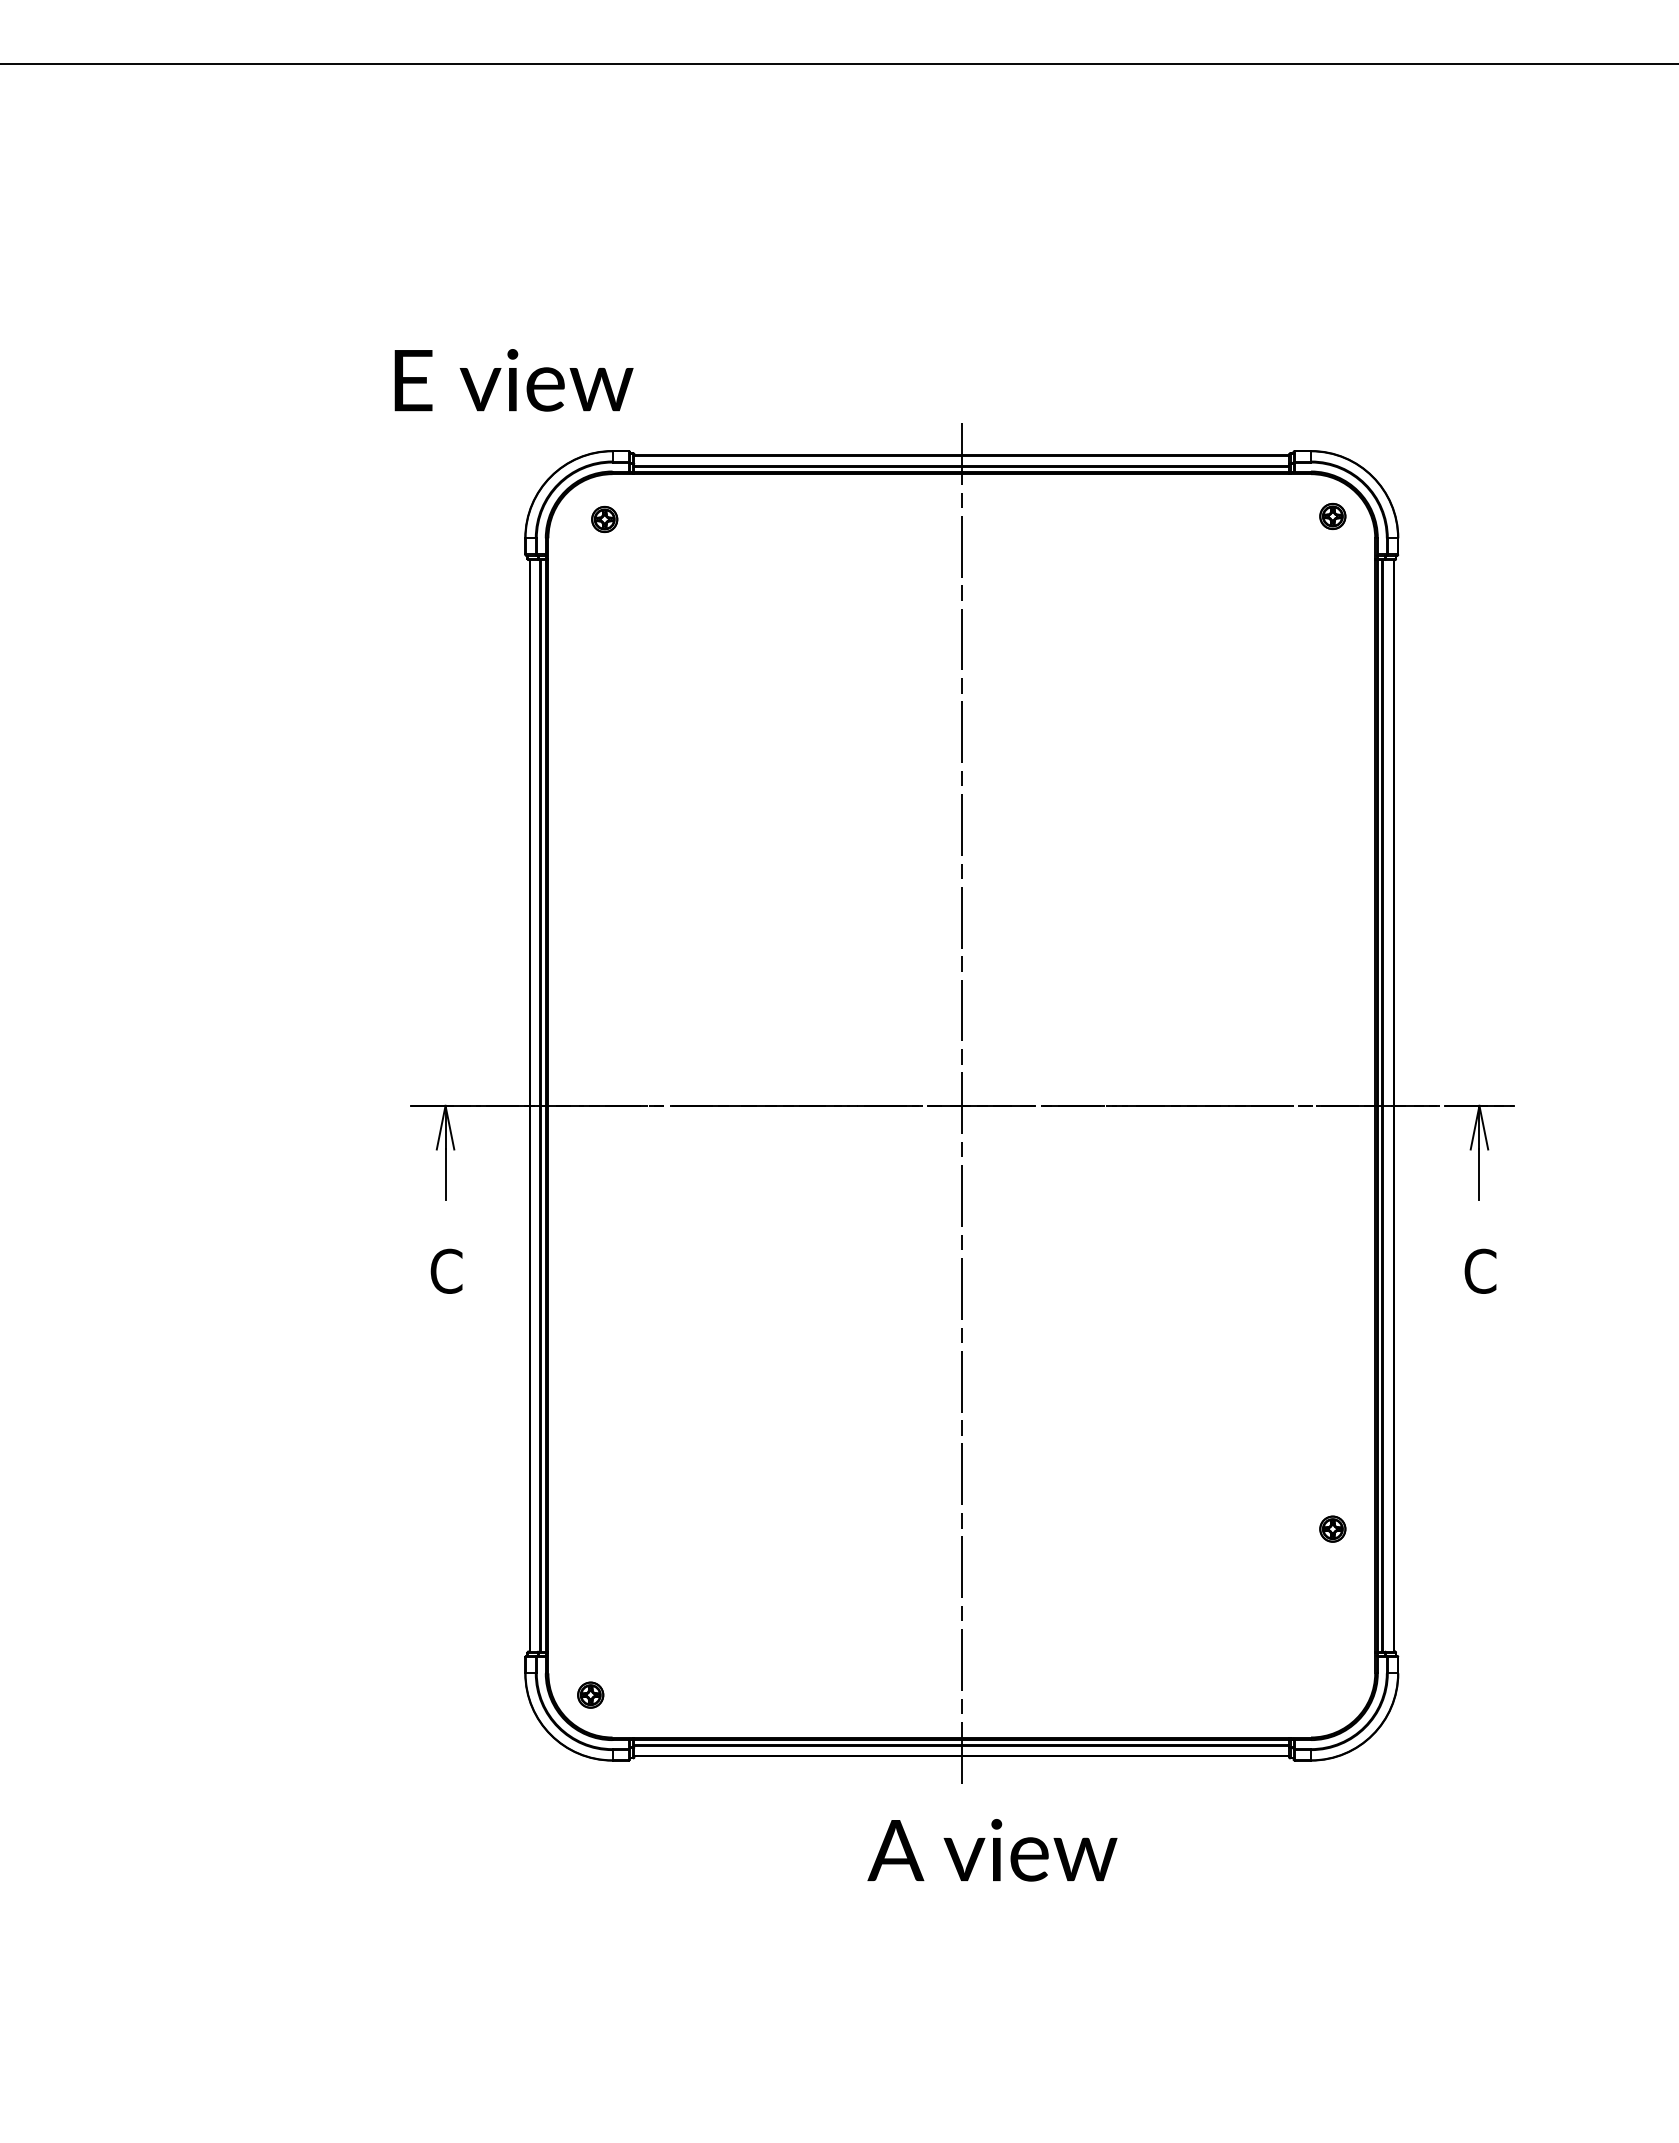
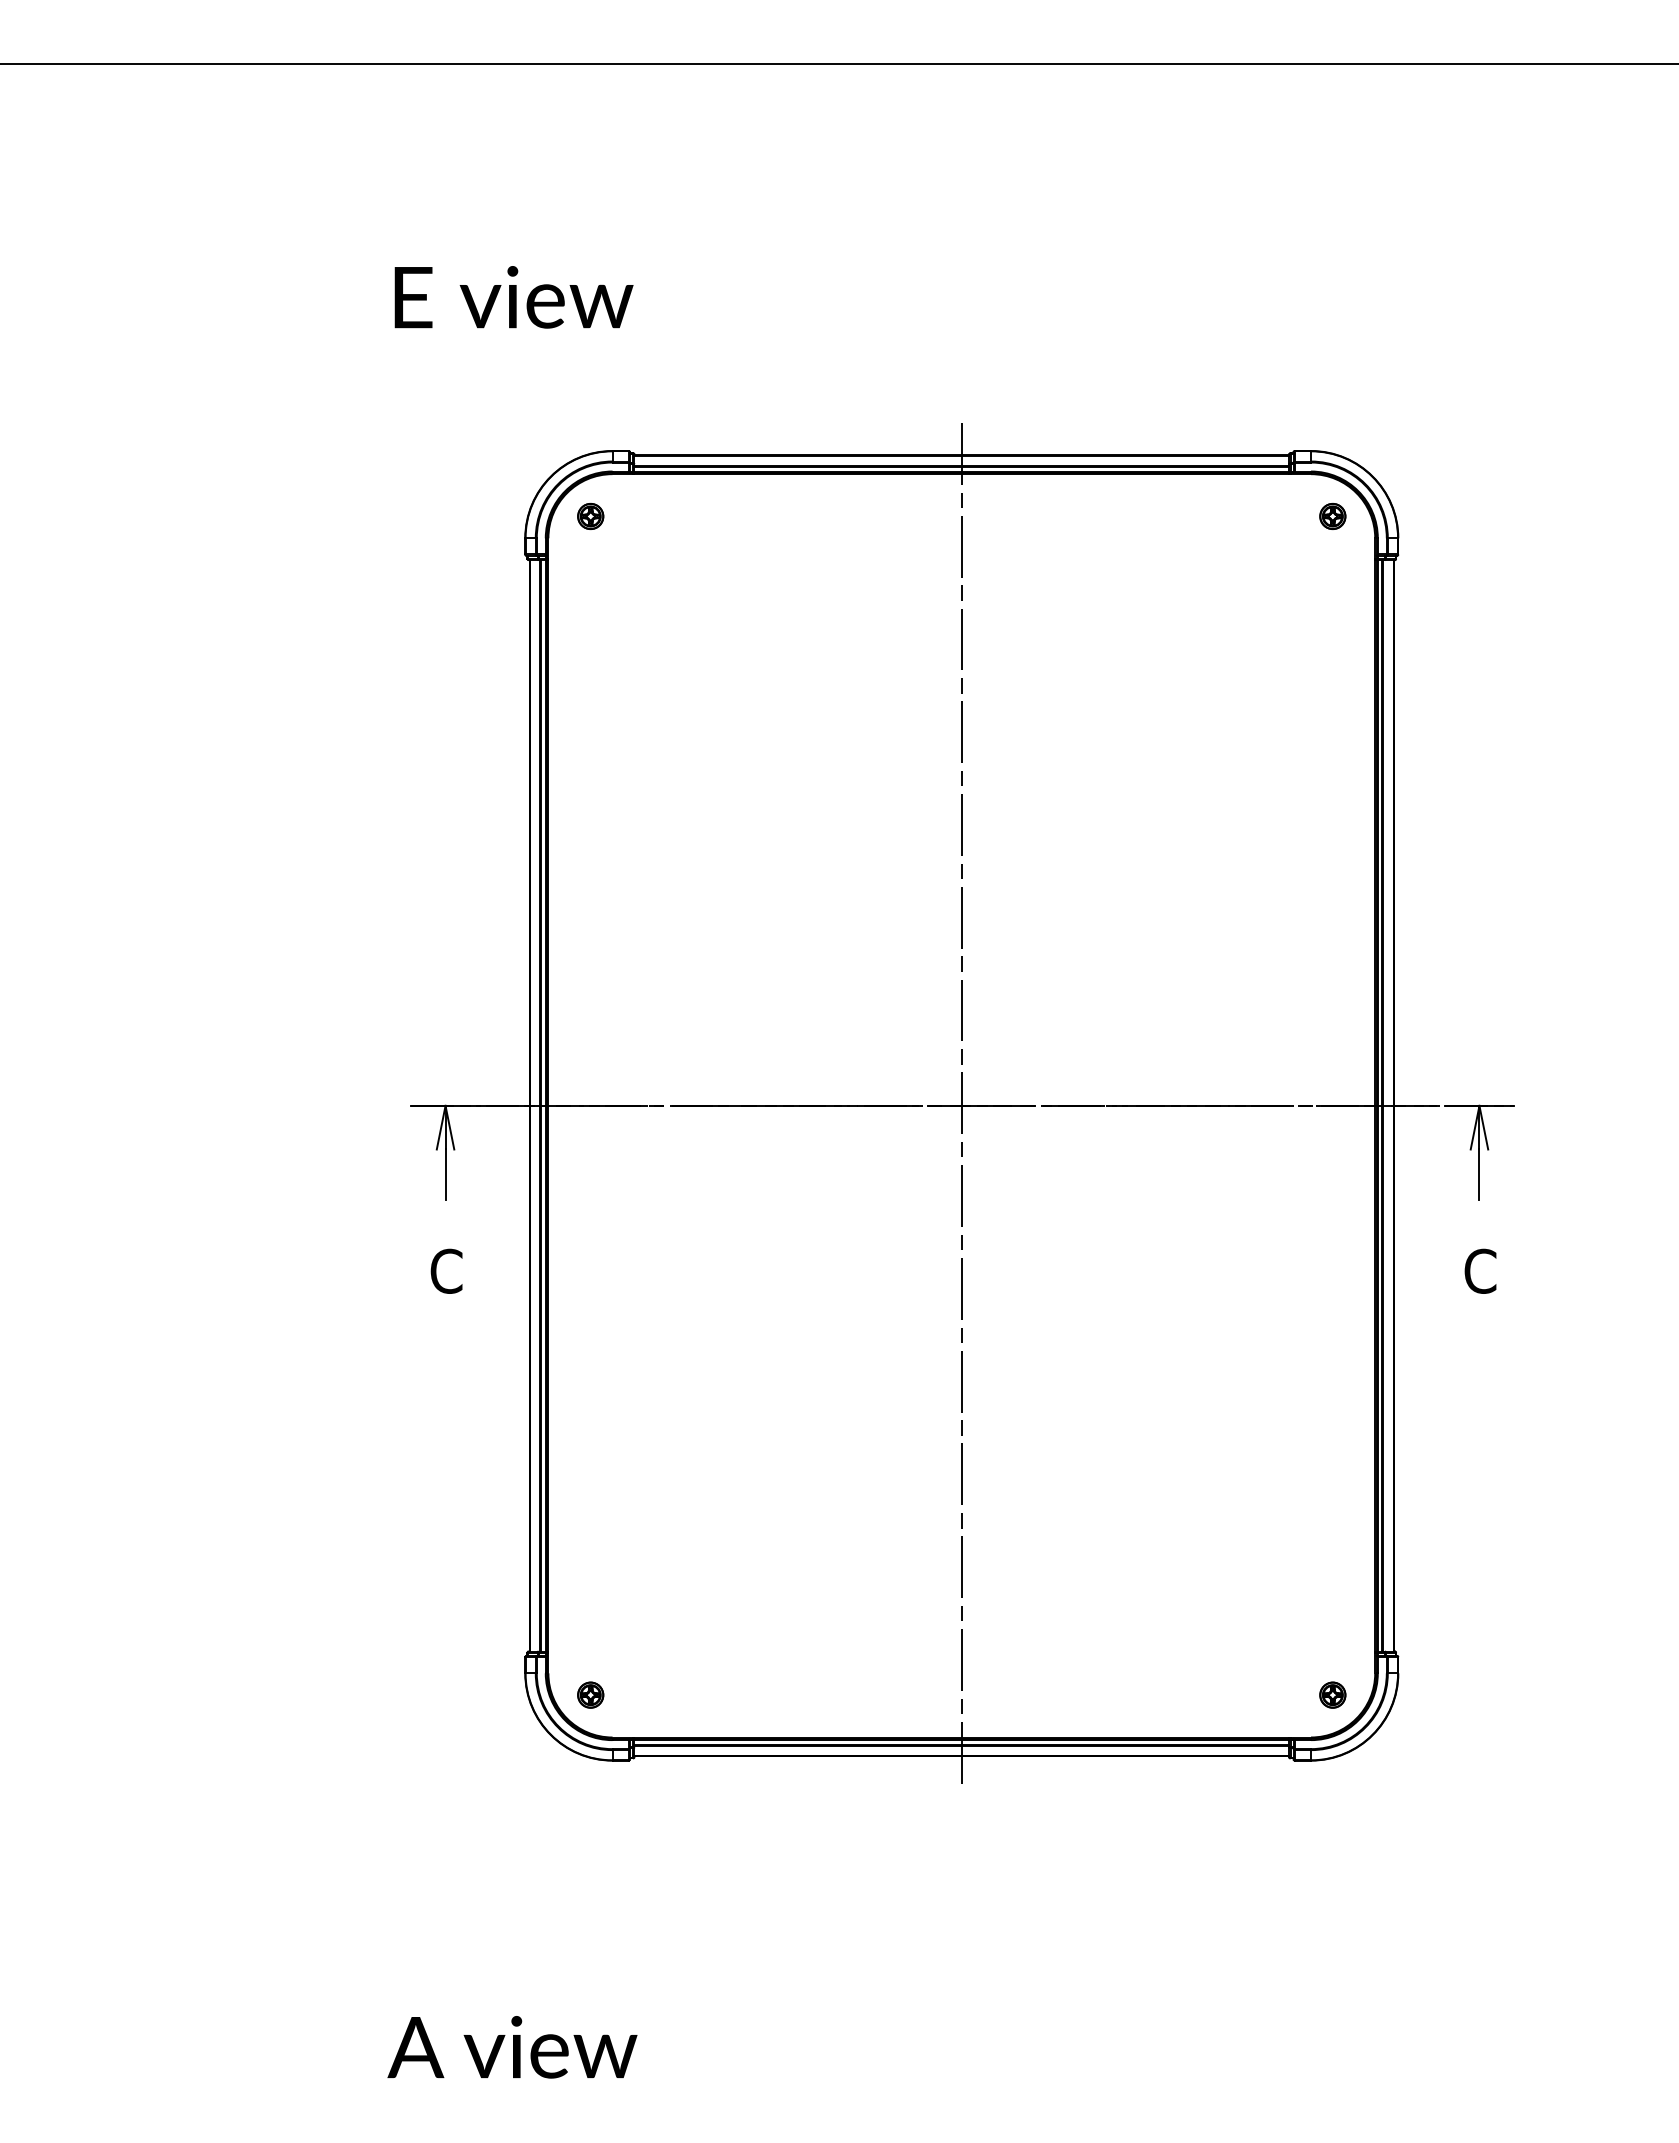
text at (513, 380) position: (513, 380) -> (513, 297)
part at (604, 519) position: (604, 519) -> (590, 516)
part at (1332, 1528) position: (1332, 1528) -> (1332, 1694)
text at (992, 1850) position: (992, 1850) -> (512, 2047)
